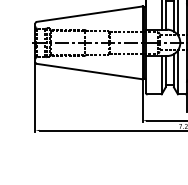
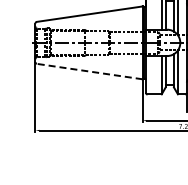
line at (89, 71): solid -> dashed
